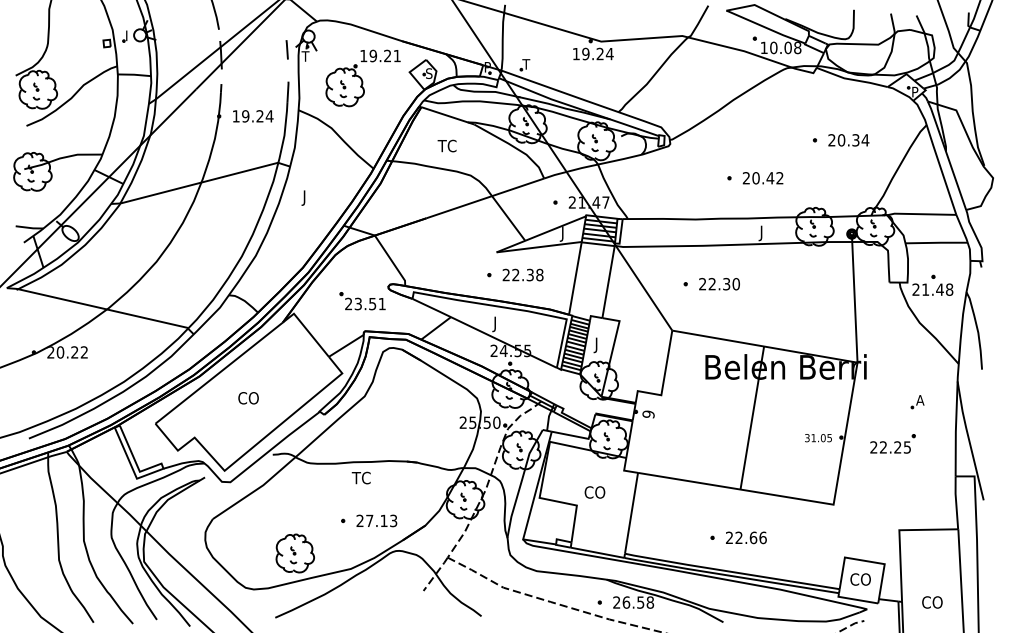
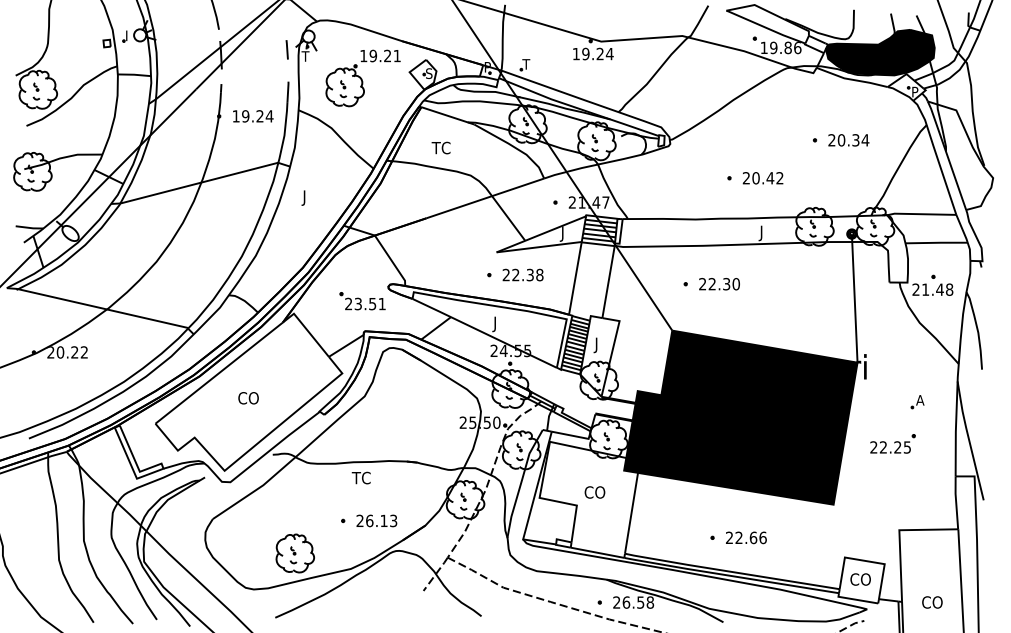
text at (785, 47): 10.08 -> 19.86
fill at (879, 52): none -> present
text at (446, 145) position: (446, 145) -> (440, 147)
fill at (740, 417): none -> present
text at (369, 520): 27.13 -> 26.13
